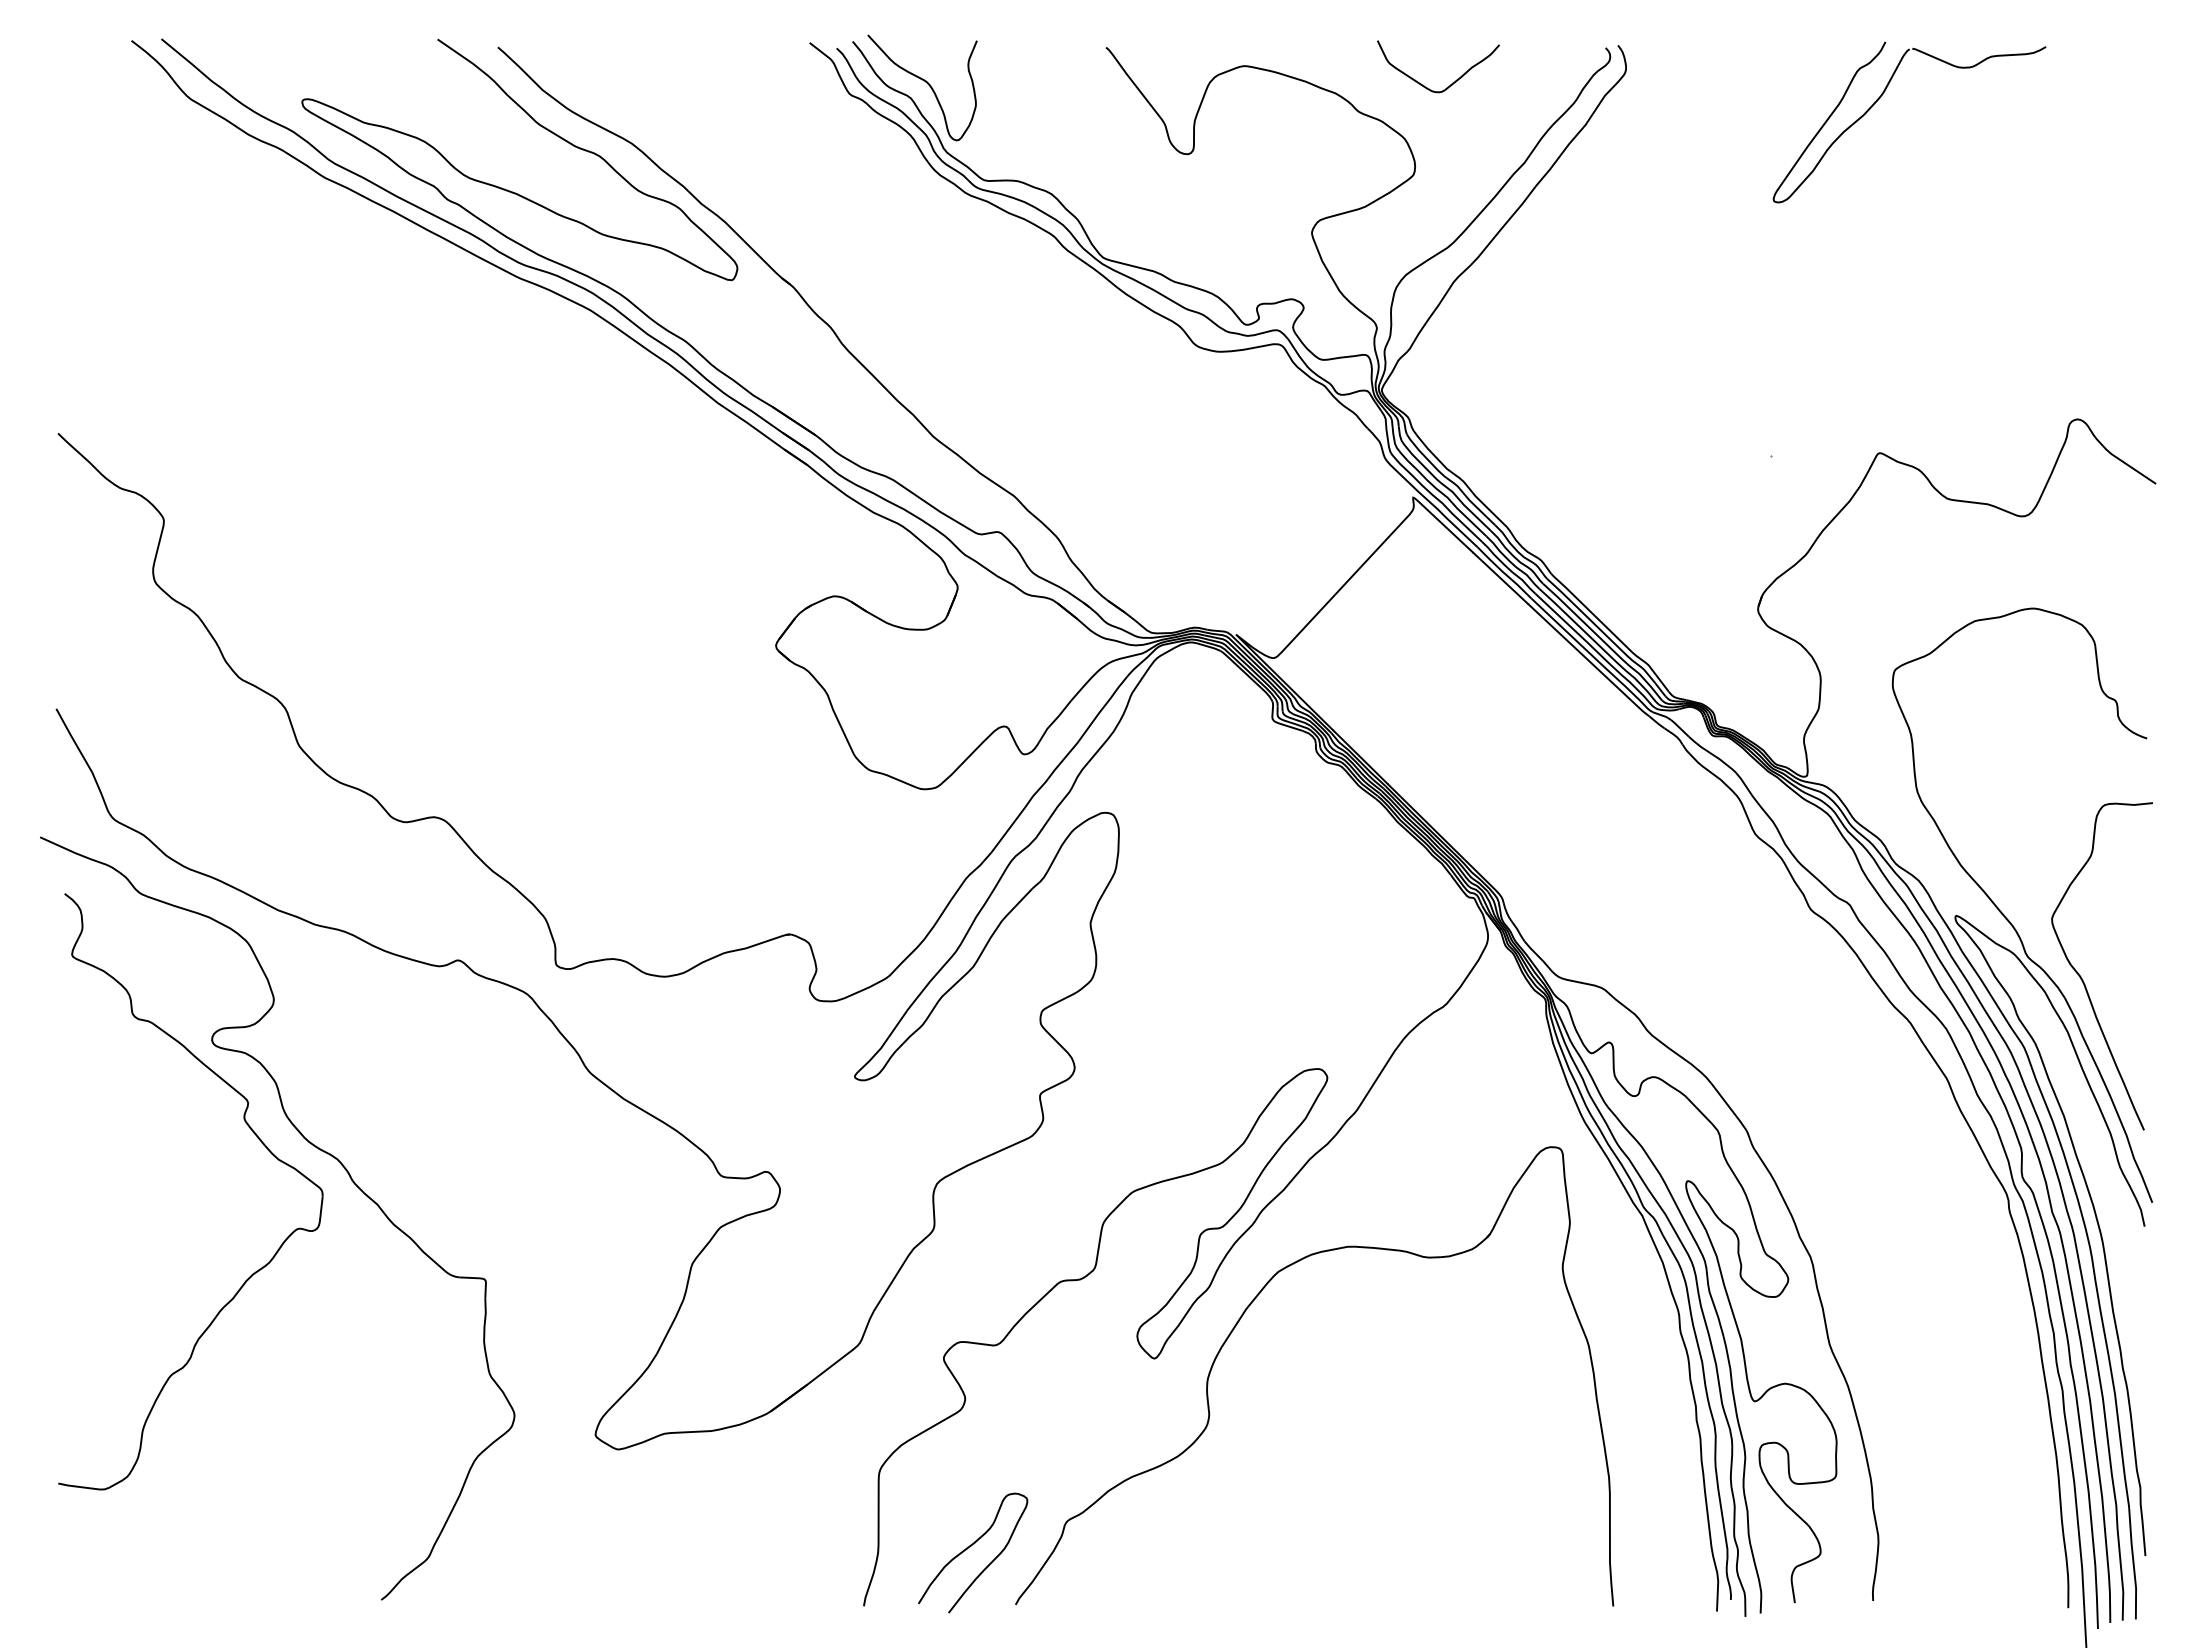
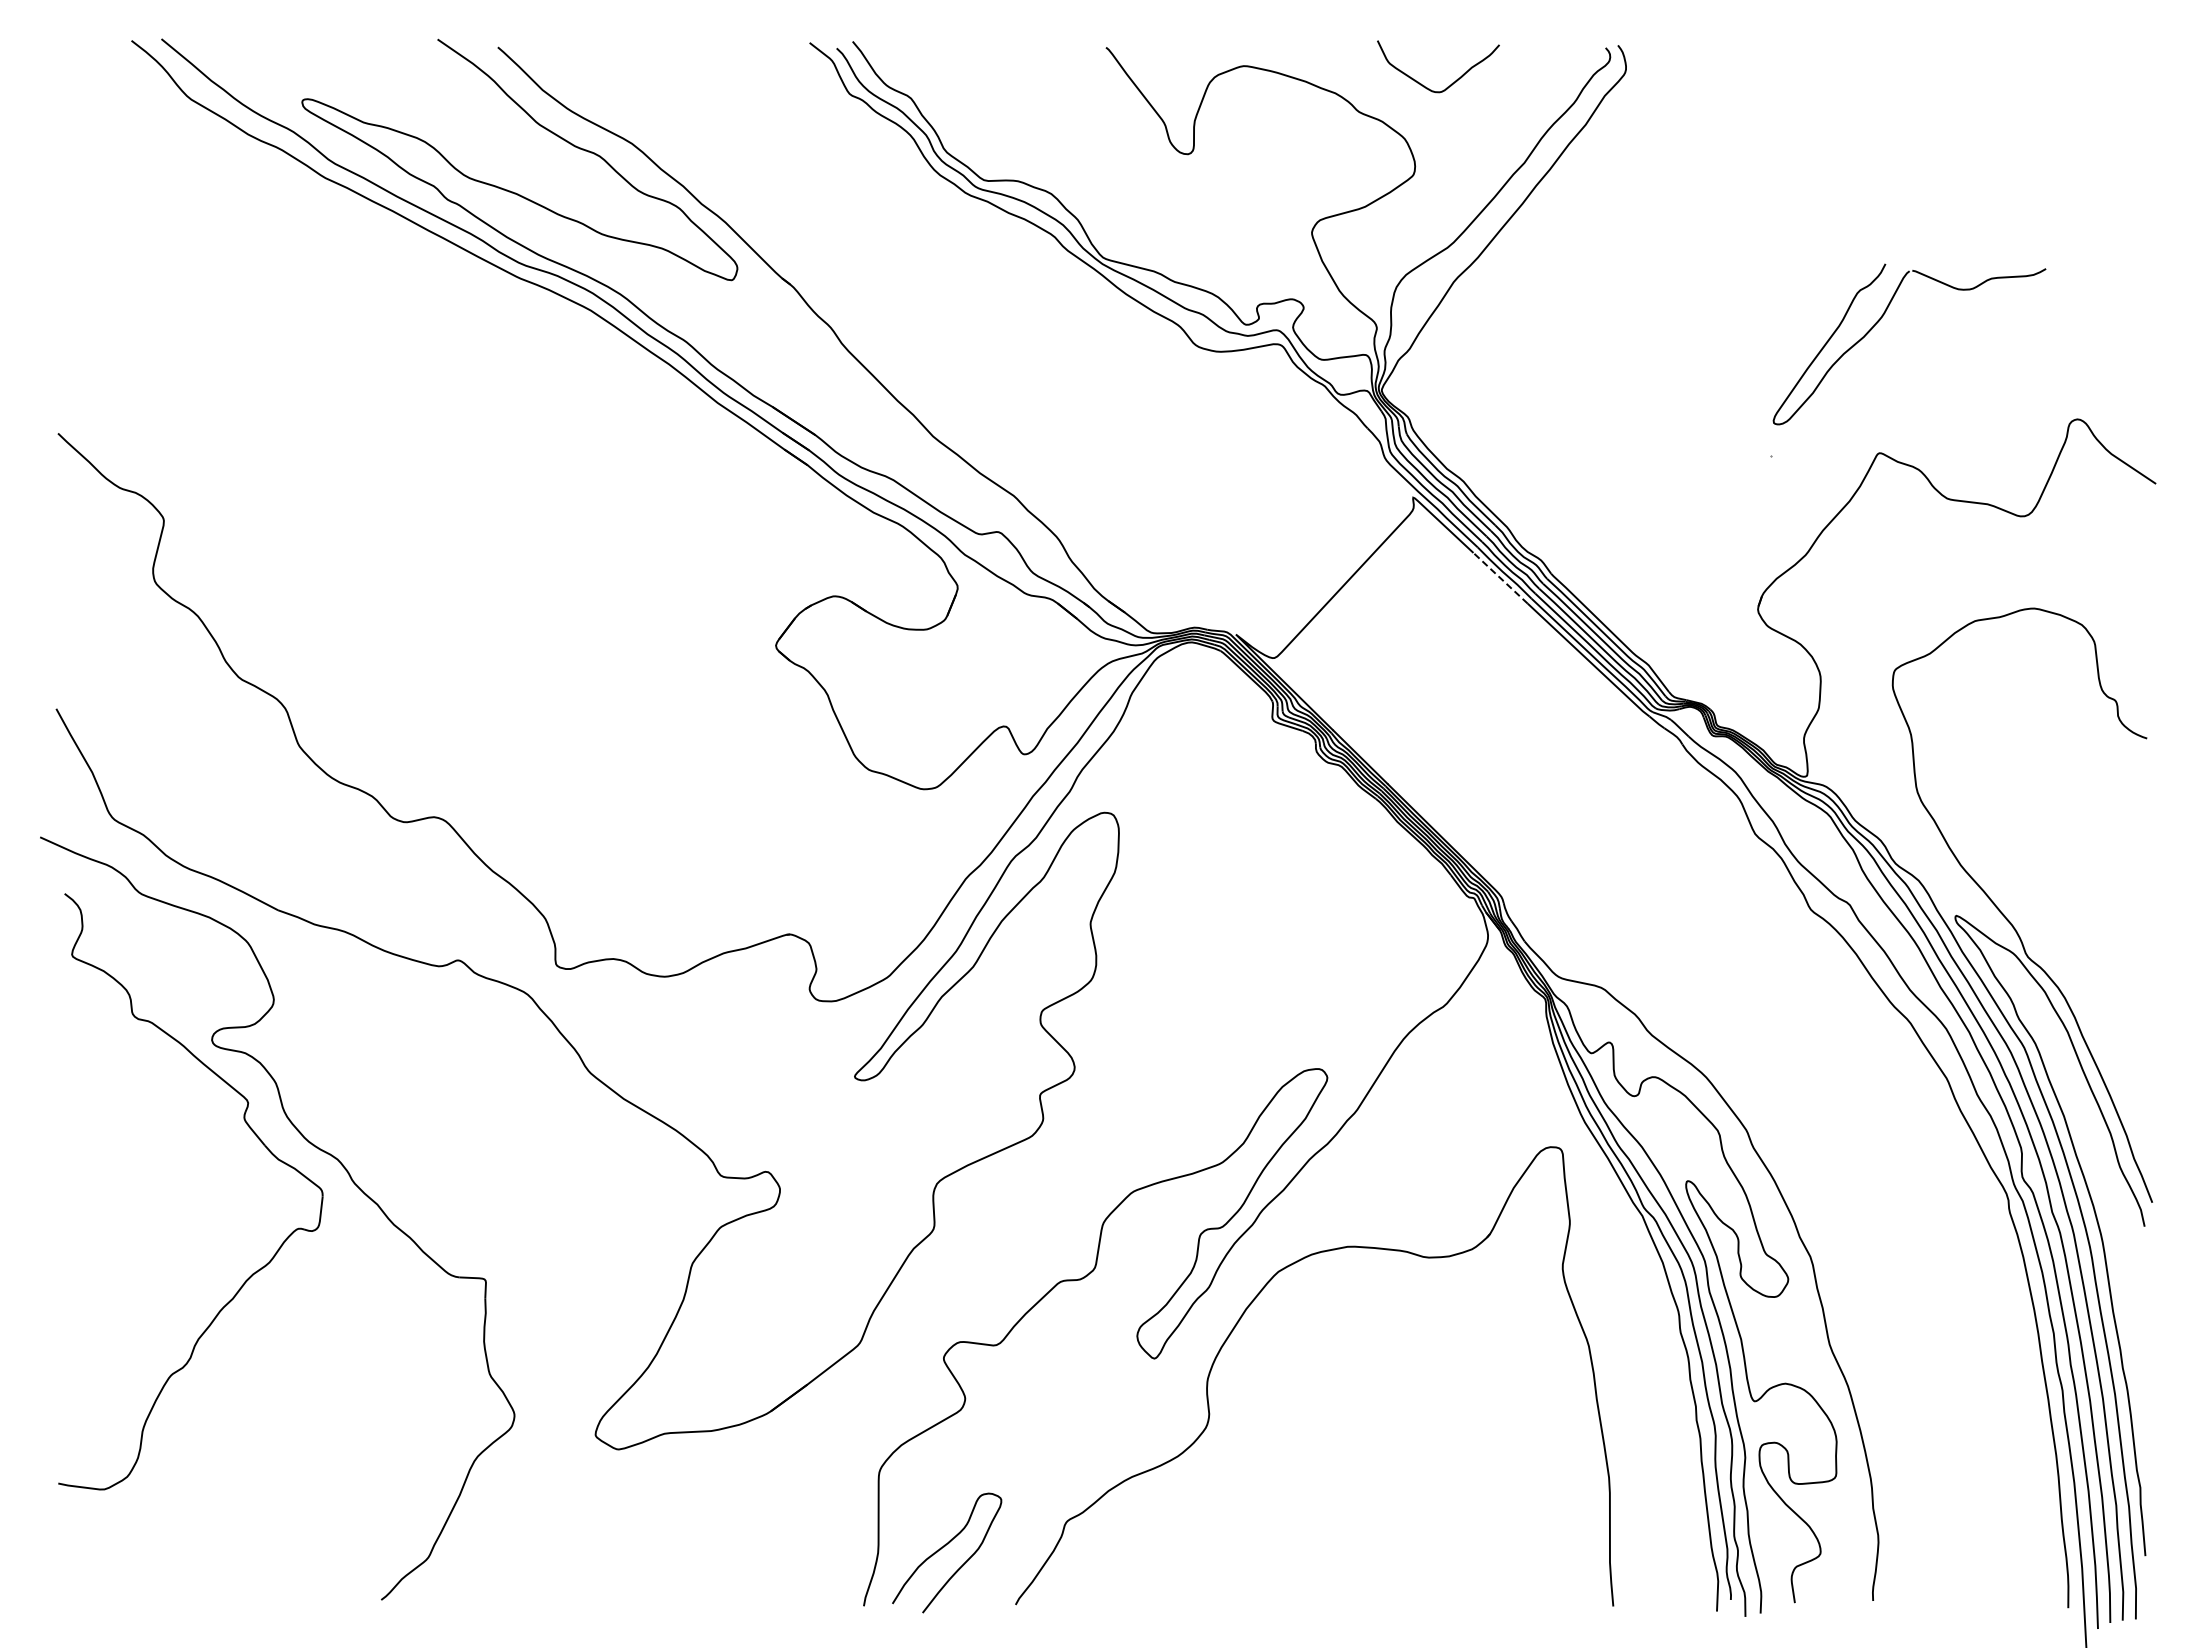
curve at (926, 83): present -> none
part at (1881, 97) position: (1881, 97) -> (1881, 319)
line at (1500, 577): solid -> dashed
curve at (2081, 976): present -> none
curve at (970, 1547) position: (970, 1547) -> (944, 1547)
